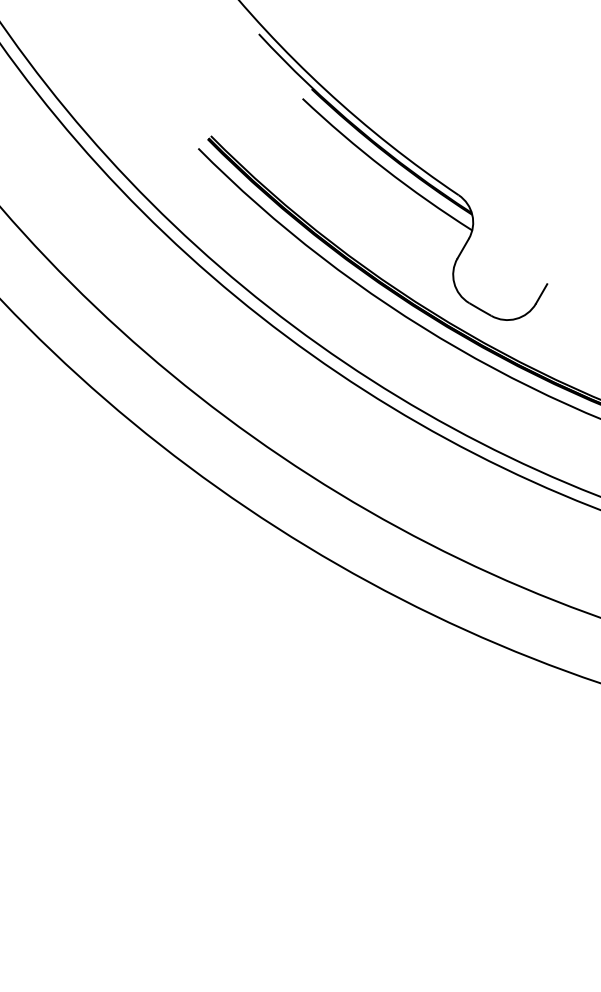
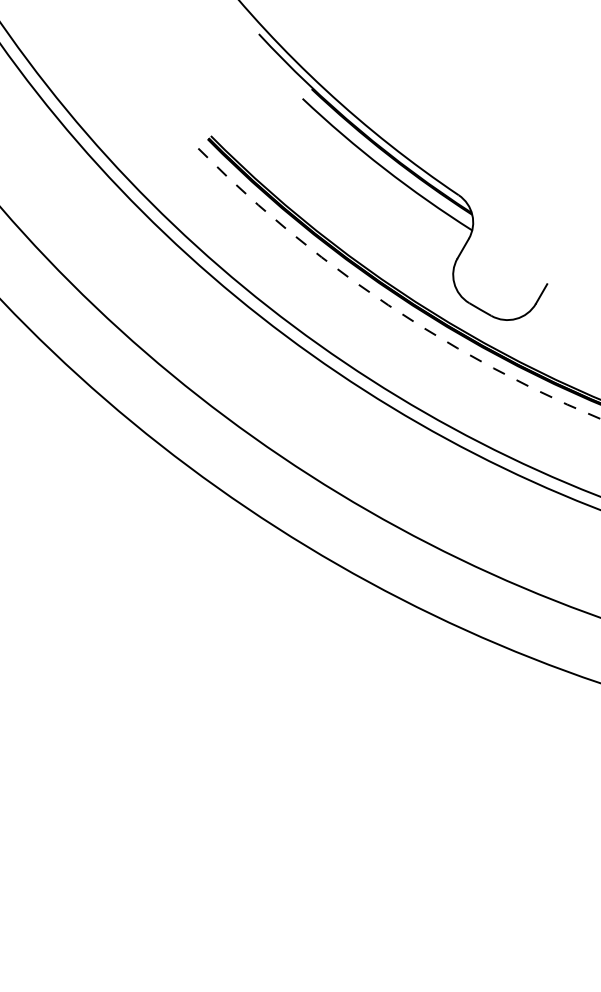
arc at (385, 302): solid -> dashed
